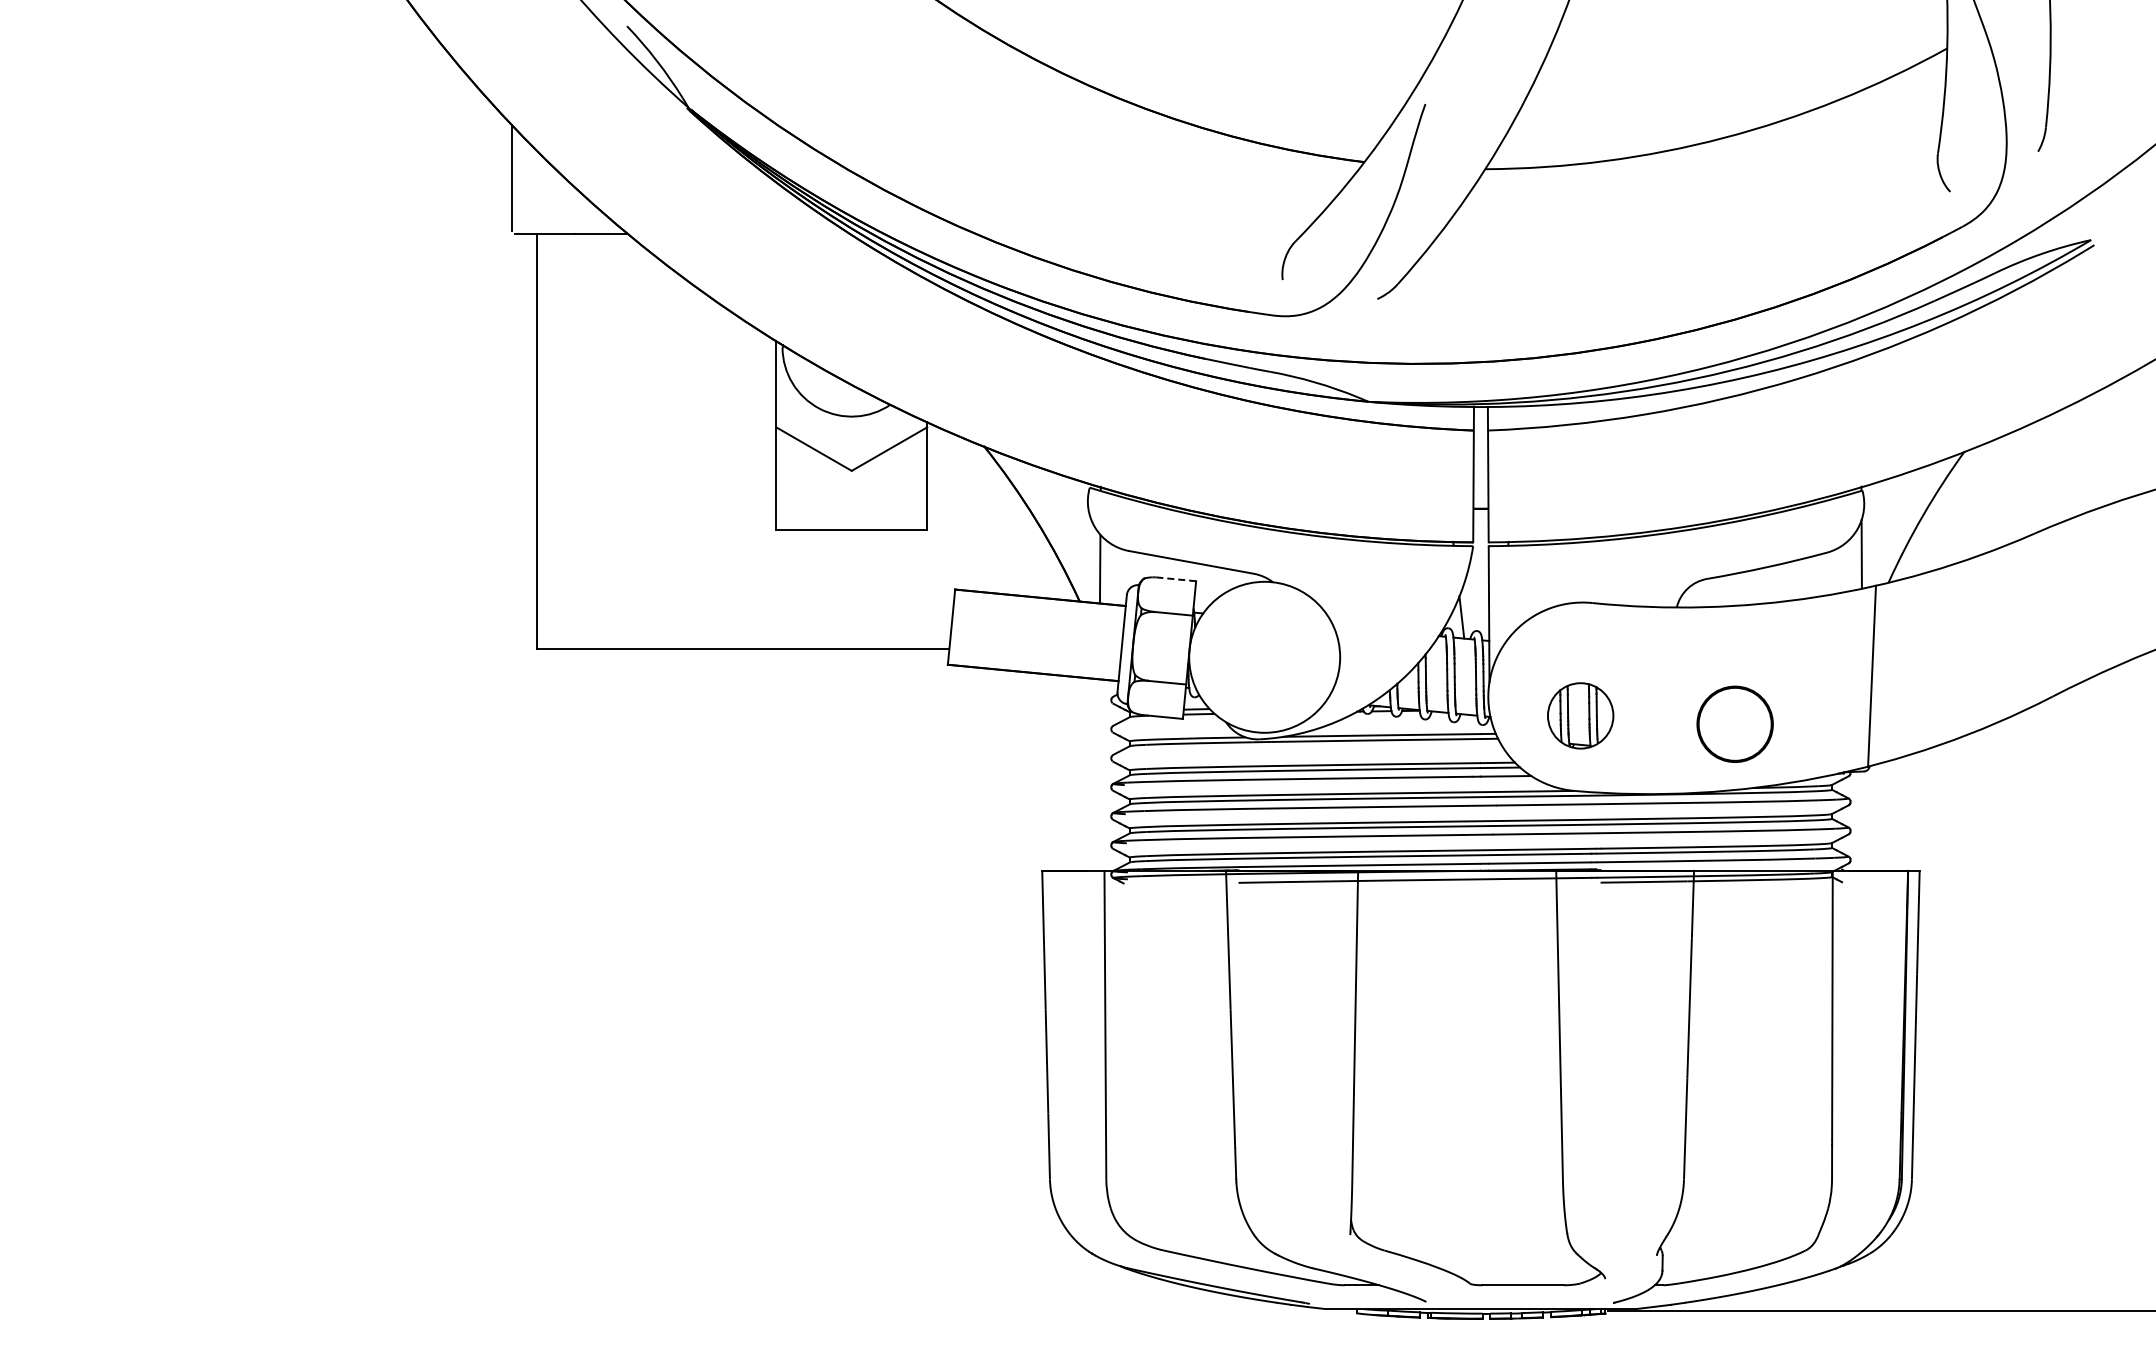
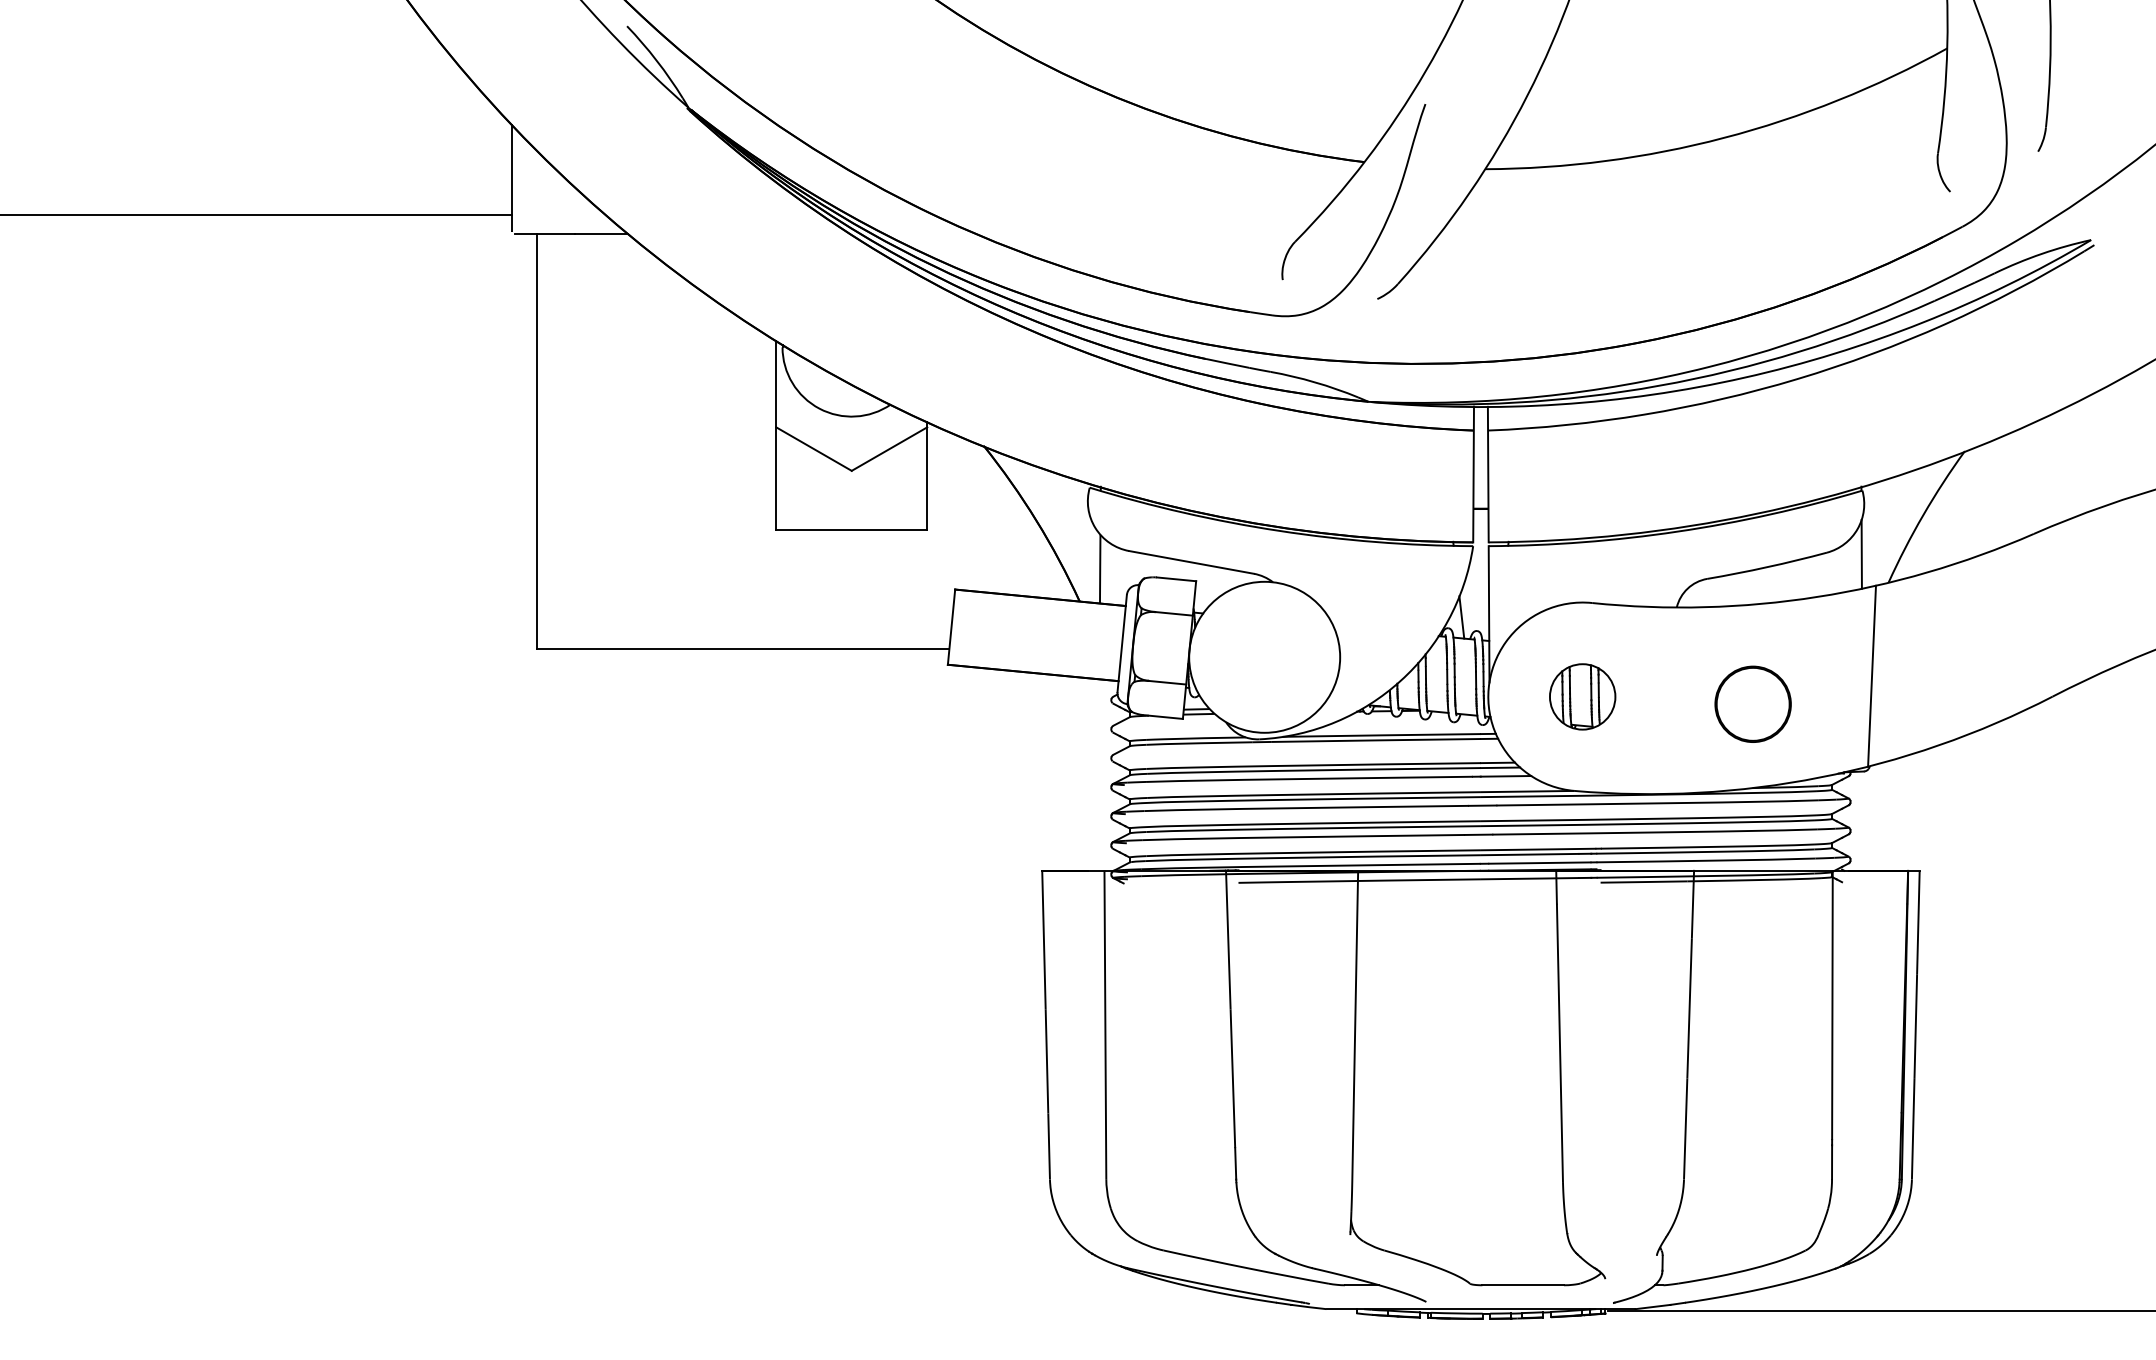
line at (257, 215): none -> present
line at (1176, 579): dashed -> solid
part at (1580, 715) position: (1580, 715) -> (1582, 696)
part at (1734, 723) position: (1734, 723) -> (1752, 703)
